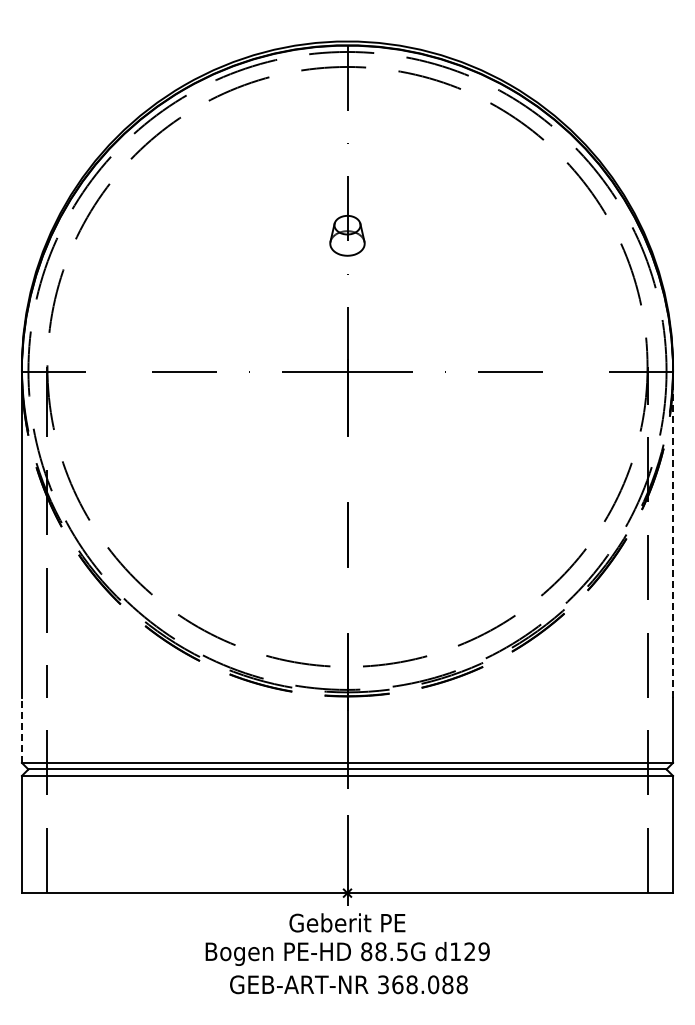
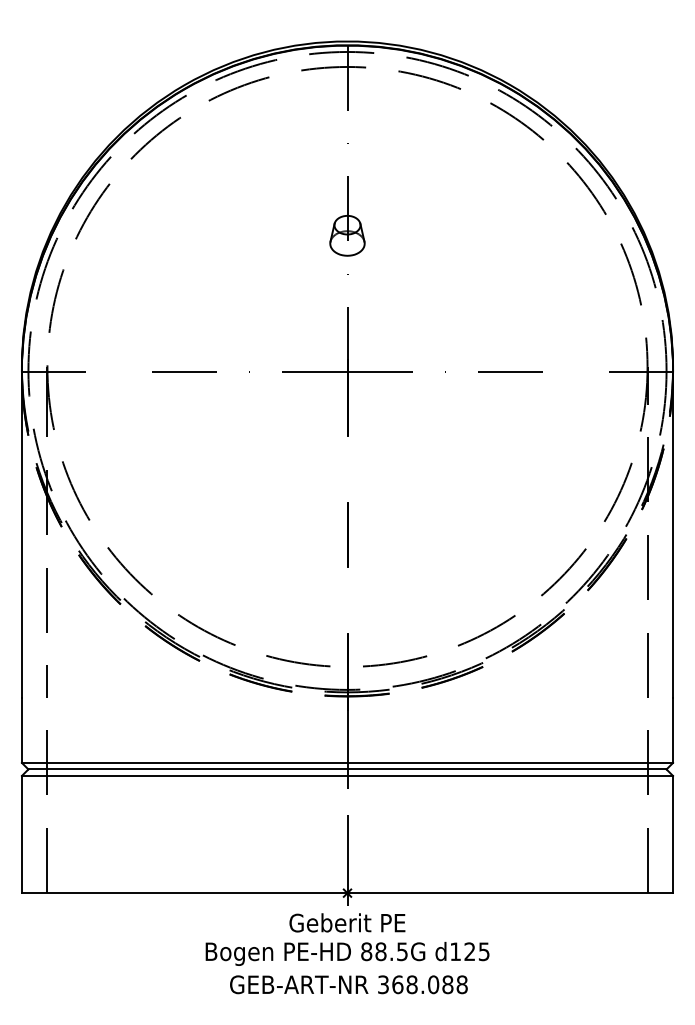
line at (673, 534): dashed -> solid
line at (21, 730): dashed -> solid
text at (483, 951): d129 -> d125
